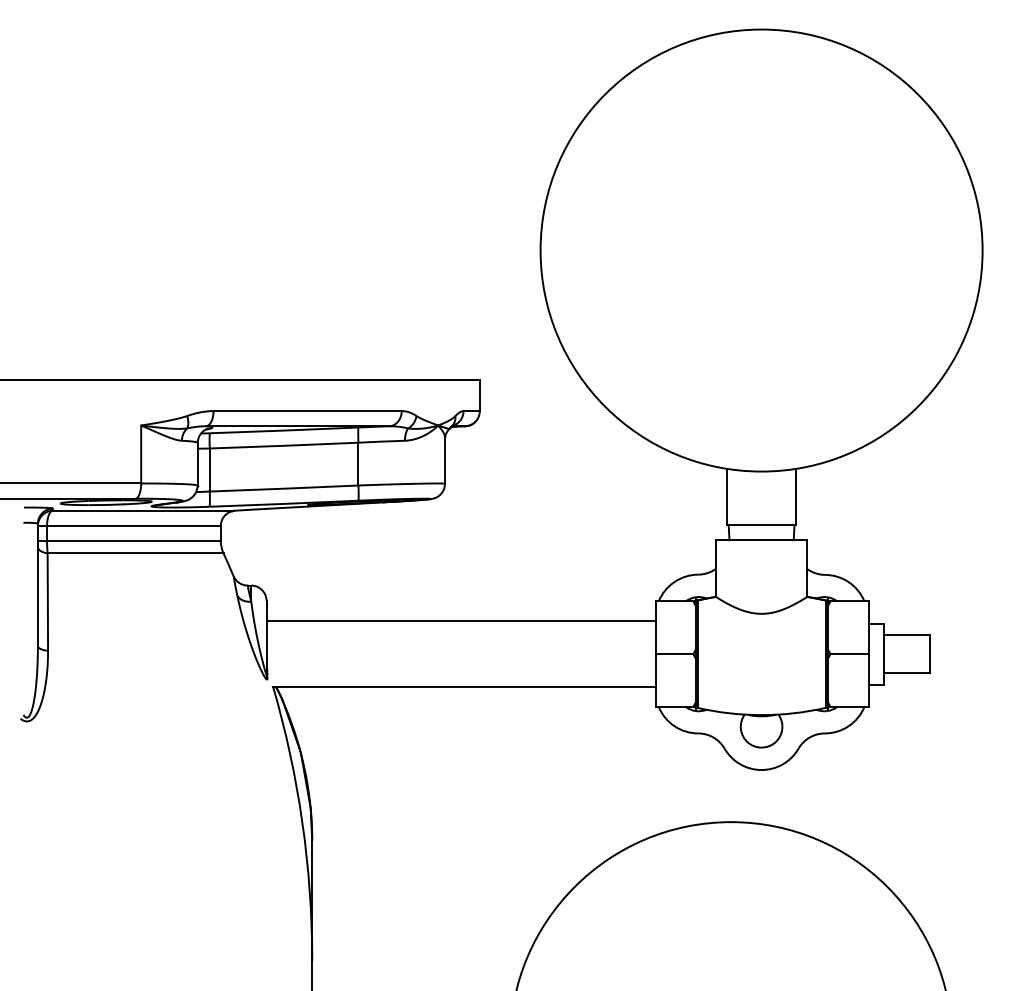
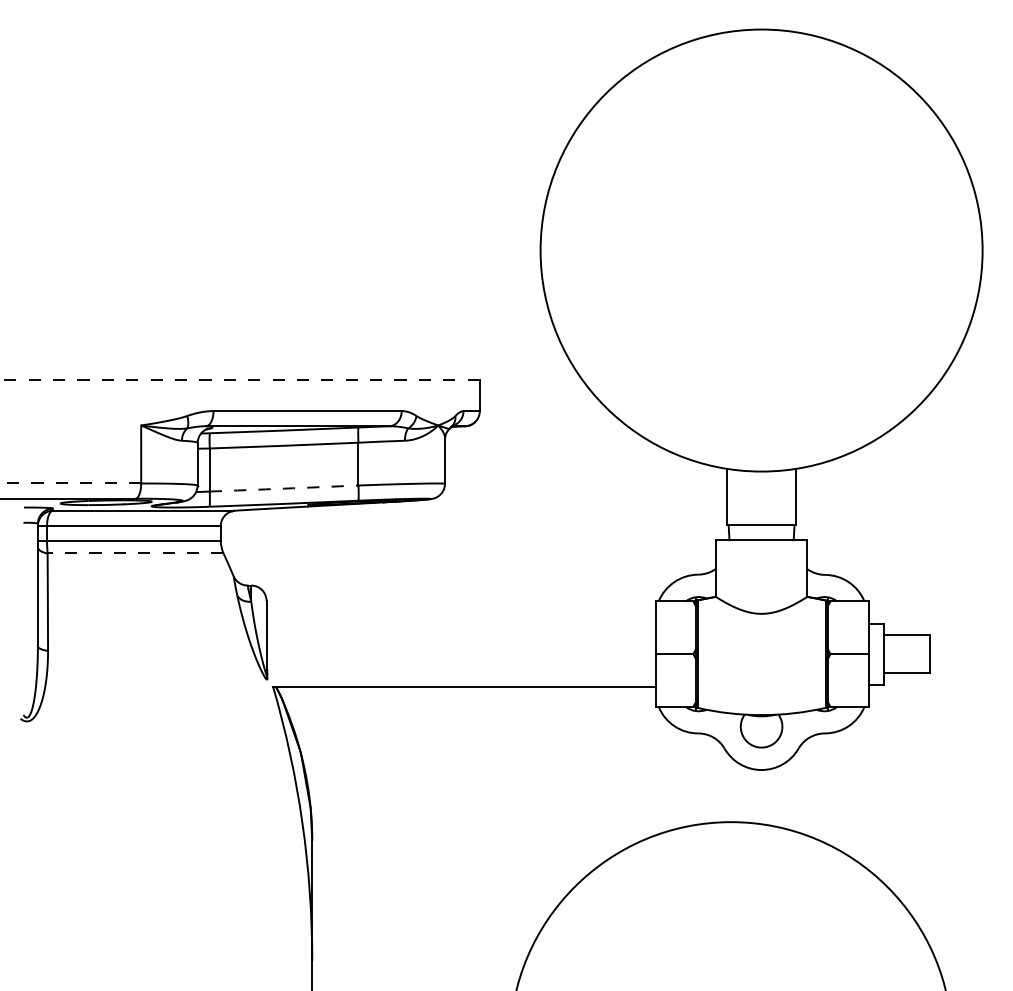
line at (239, 379): solid -> dashed
line at (70, 483): solid -> dashed
arc at (284, 488): solid -> dashed
line at (135, 553): solid -> dashed
line at (460, 621): present -> none
